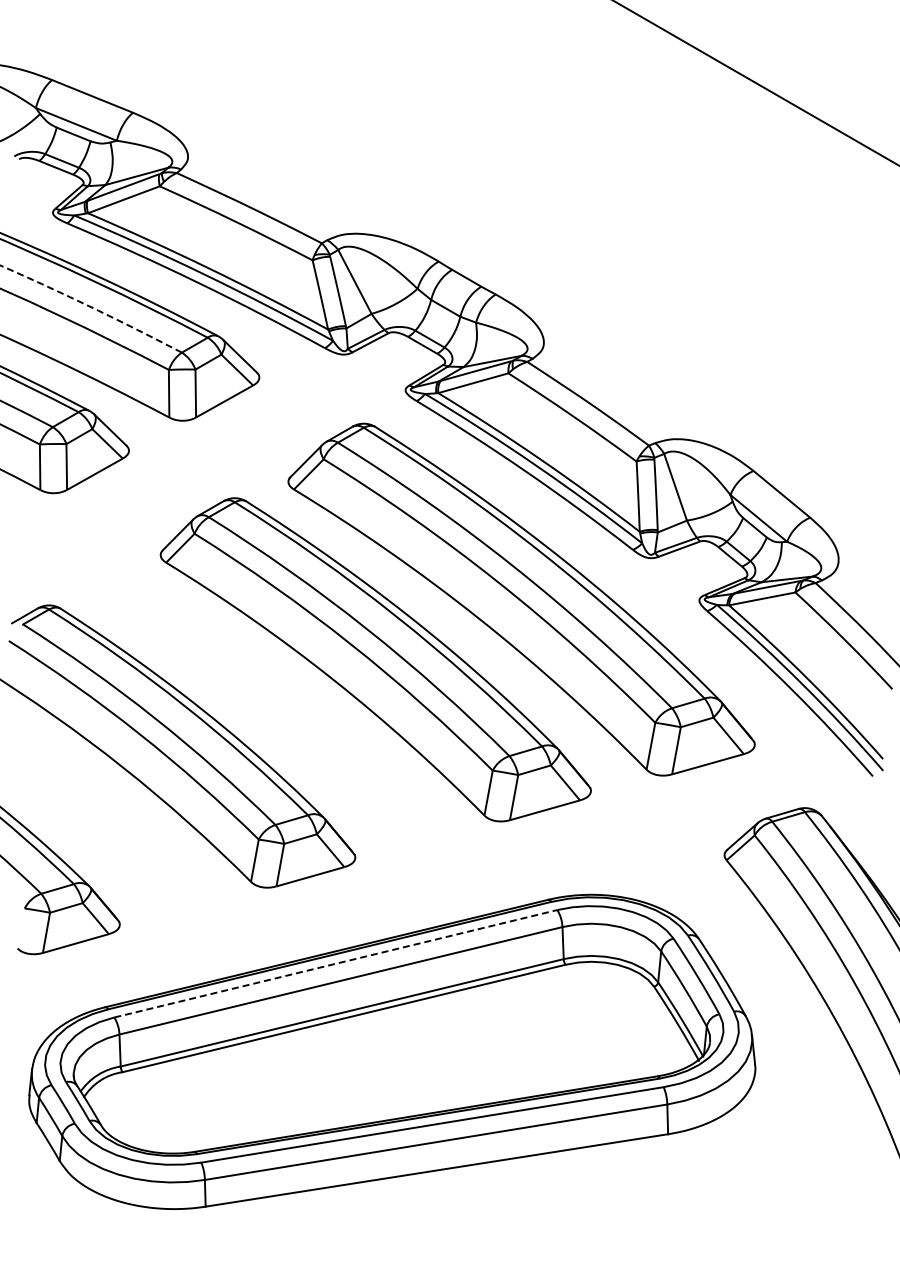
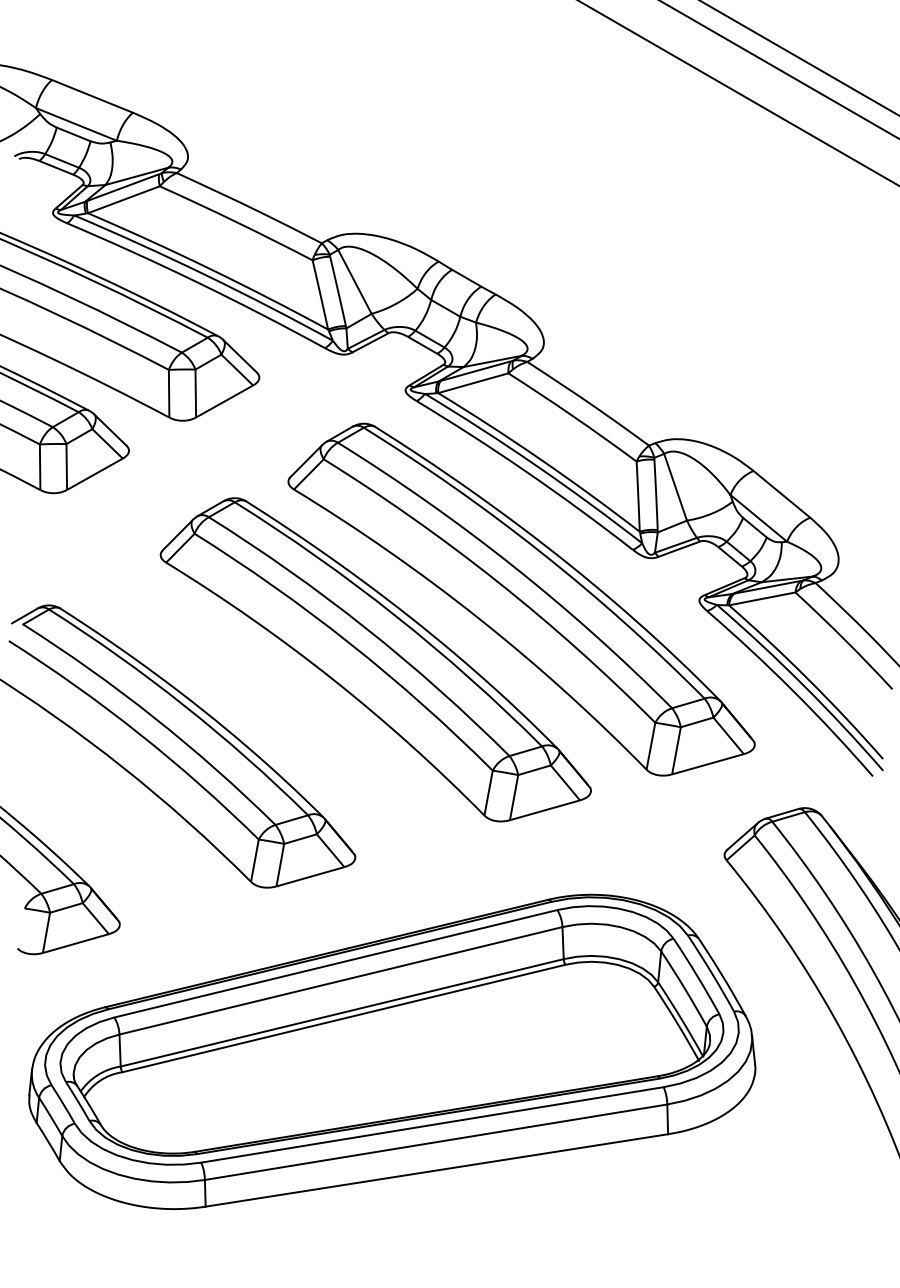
line at (799, 58): none -> present
line at (779, 69): none -> present
line at (755, 83) position: (755, 83) -> (738, 93)
arc at (92, 307): dashed -> solid
line at (335, 963): dashed -> solid
